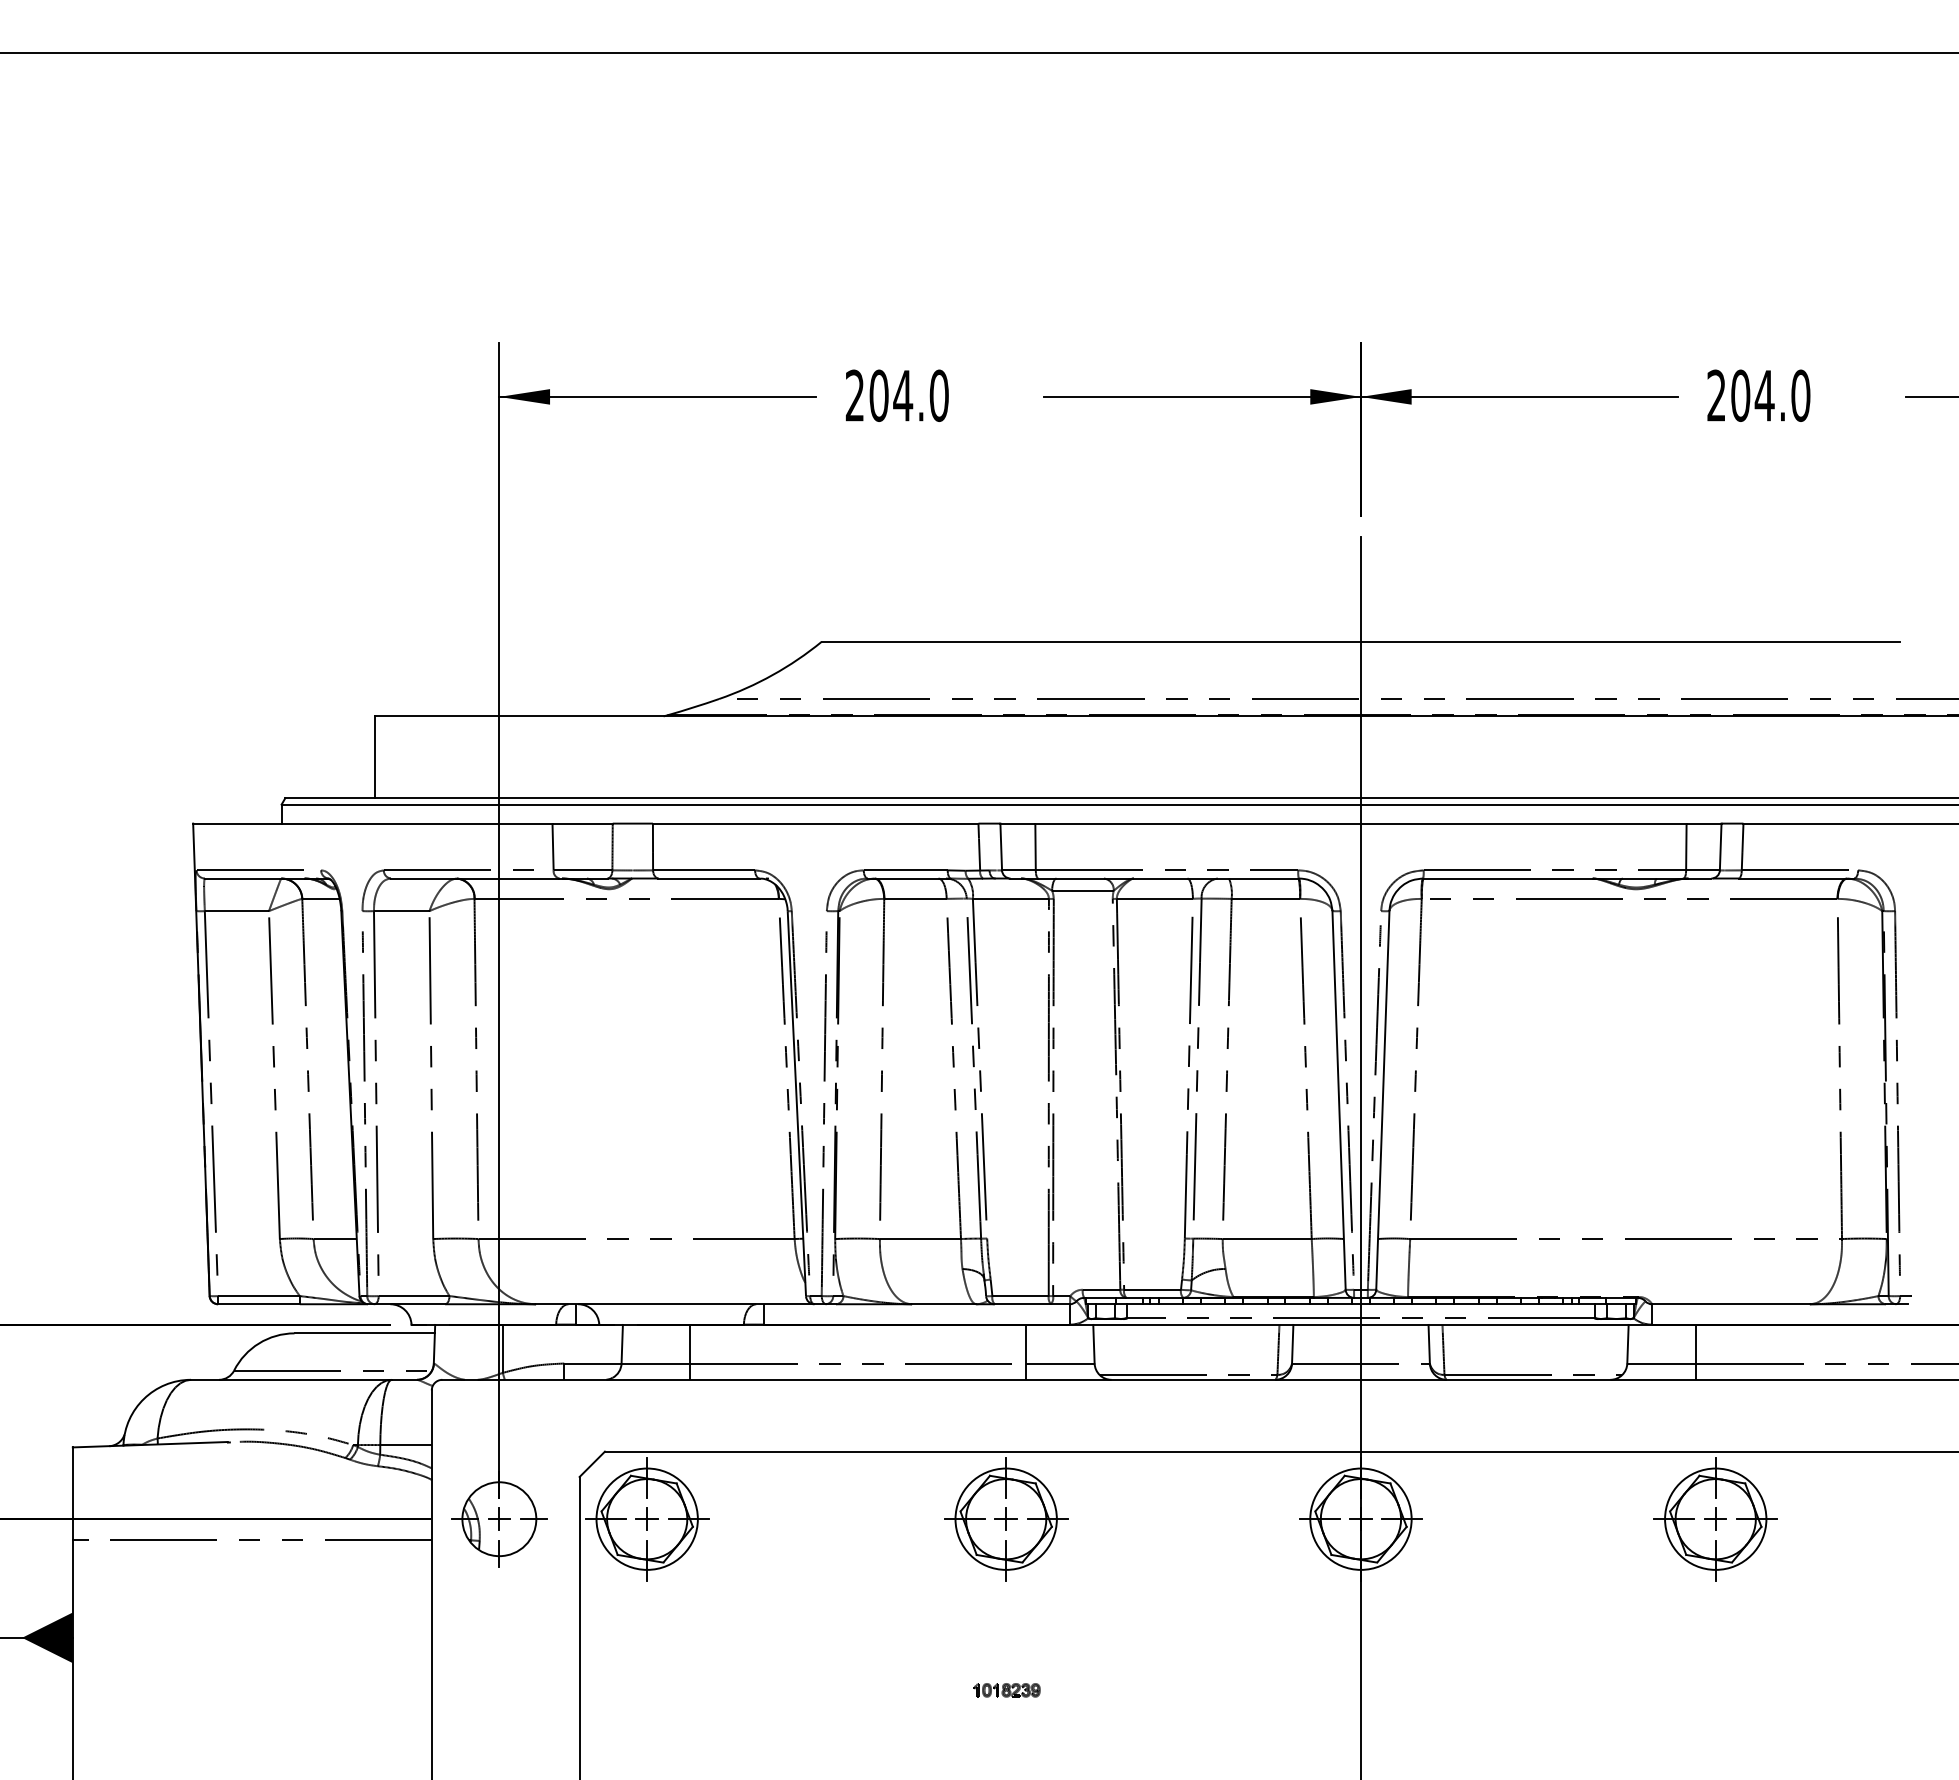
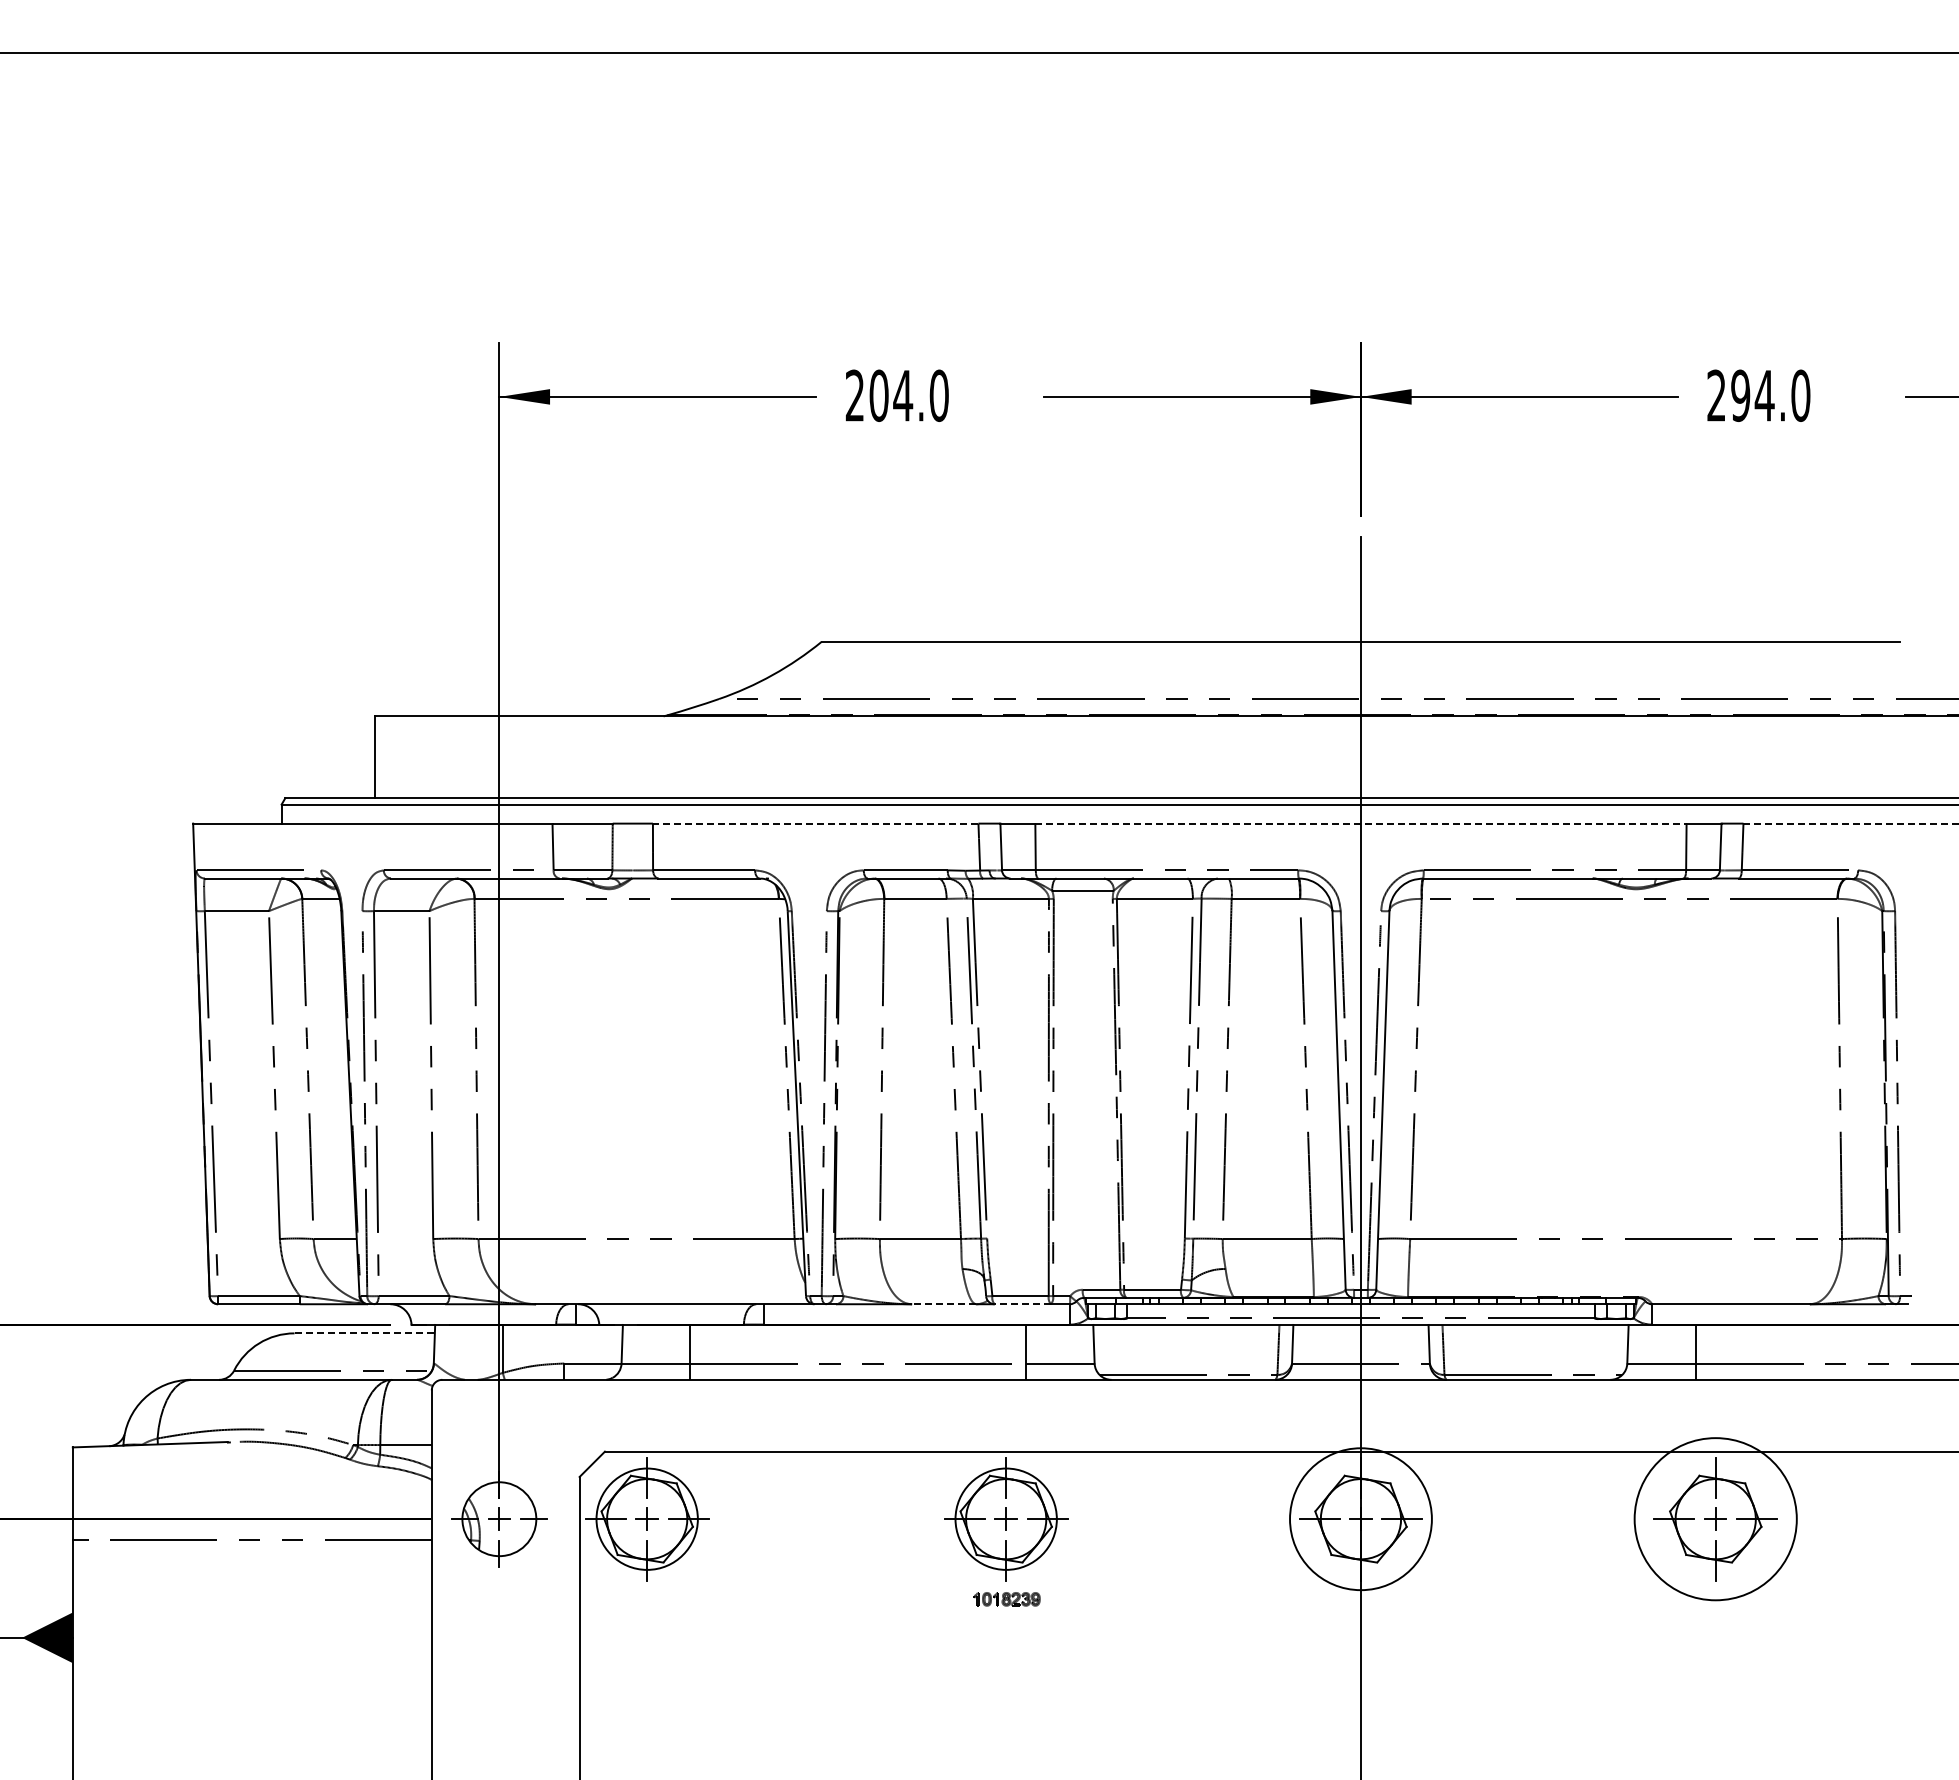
text at (1740, 395): 204.0 -> 294.0
line at (815, 823): solid -> dashed
line at (1360, 823): solid -> dashed
line at (1850, 823): solid -> dashed
line at (944, 1304): solid -> dashed
line at (1022, 1304): solid -> dashed
line at (365, 1333): solid -> dashed
circle at (1360, 1518) diameter: 101 px -> 142 px
circle at (1715, 1518) diameter: 101 px -> 162 px
part at (1006, 1690) position: (1006, 1690) -> (1006, 1599)
